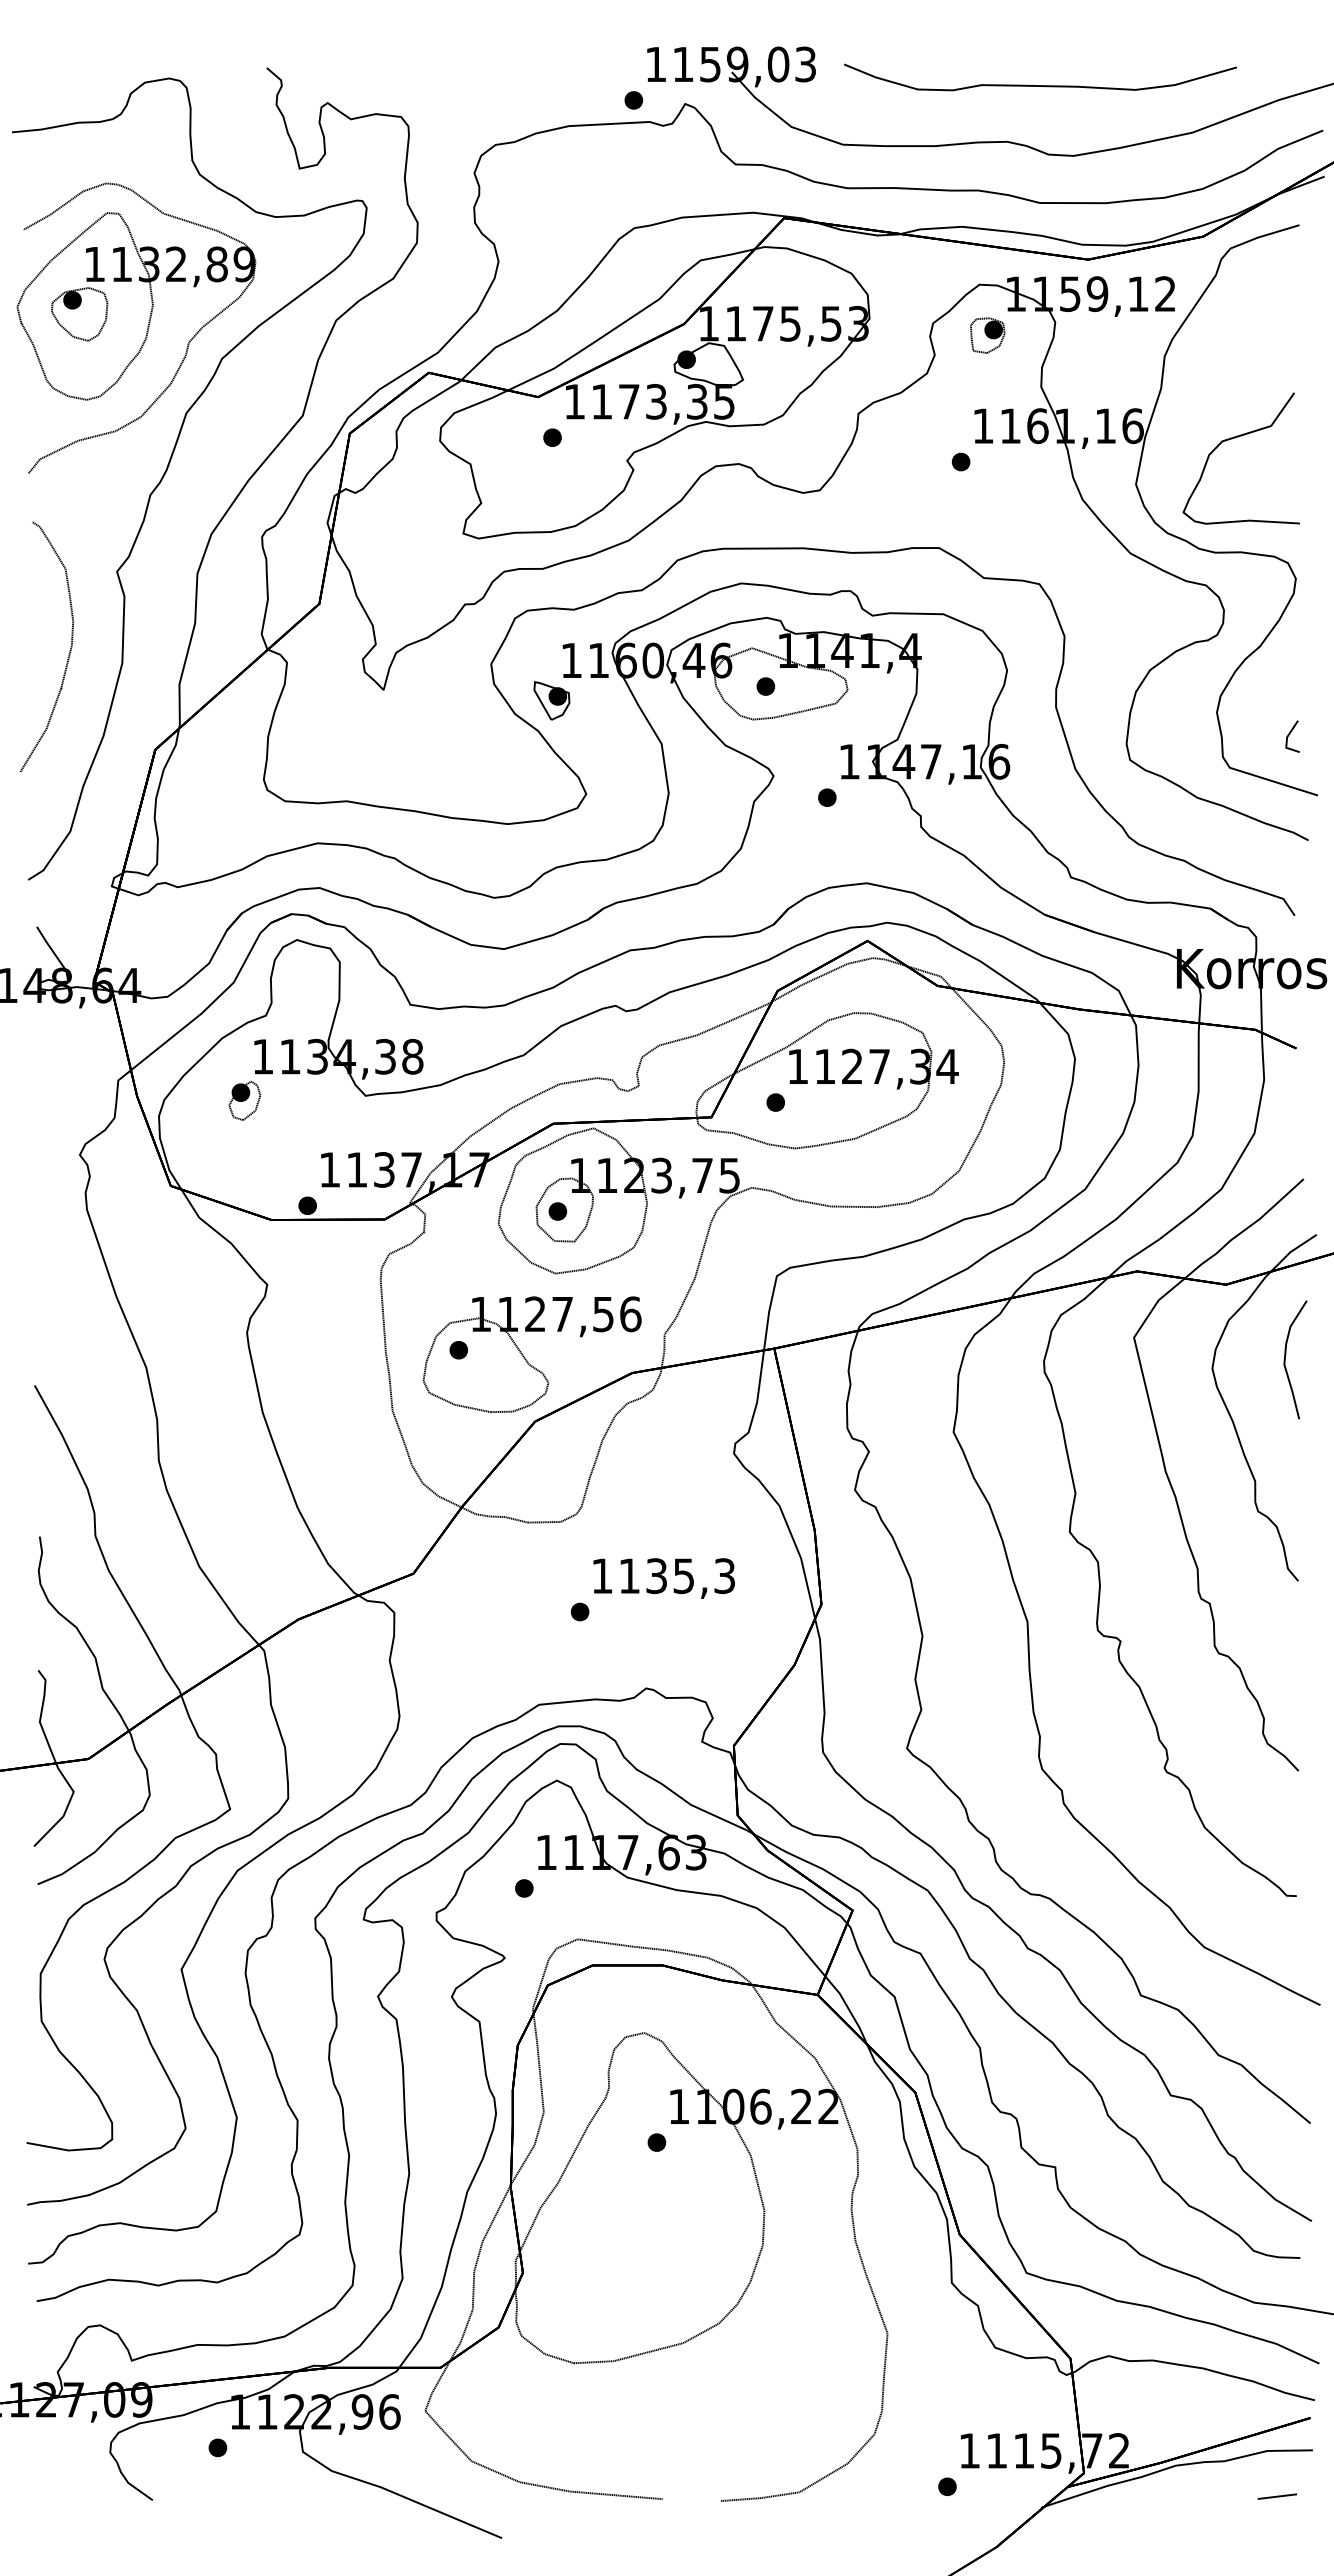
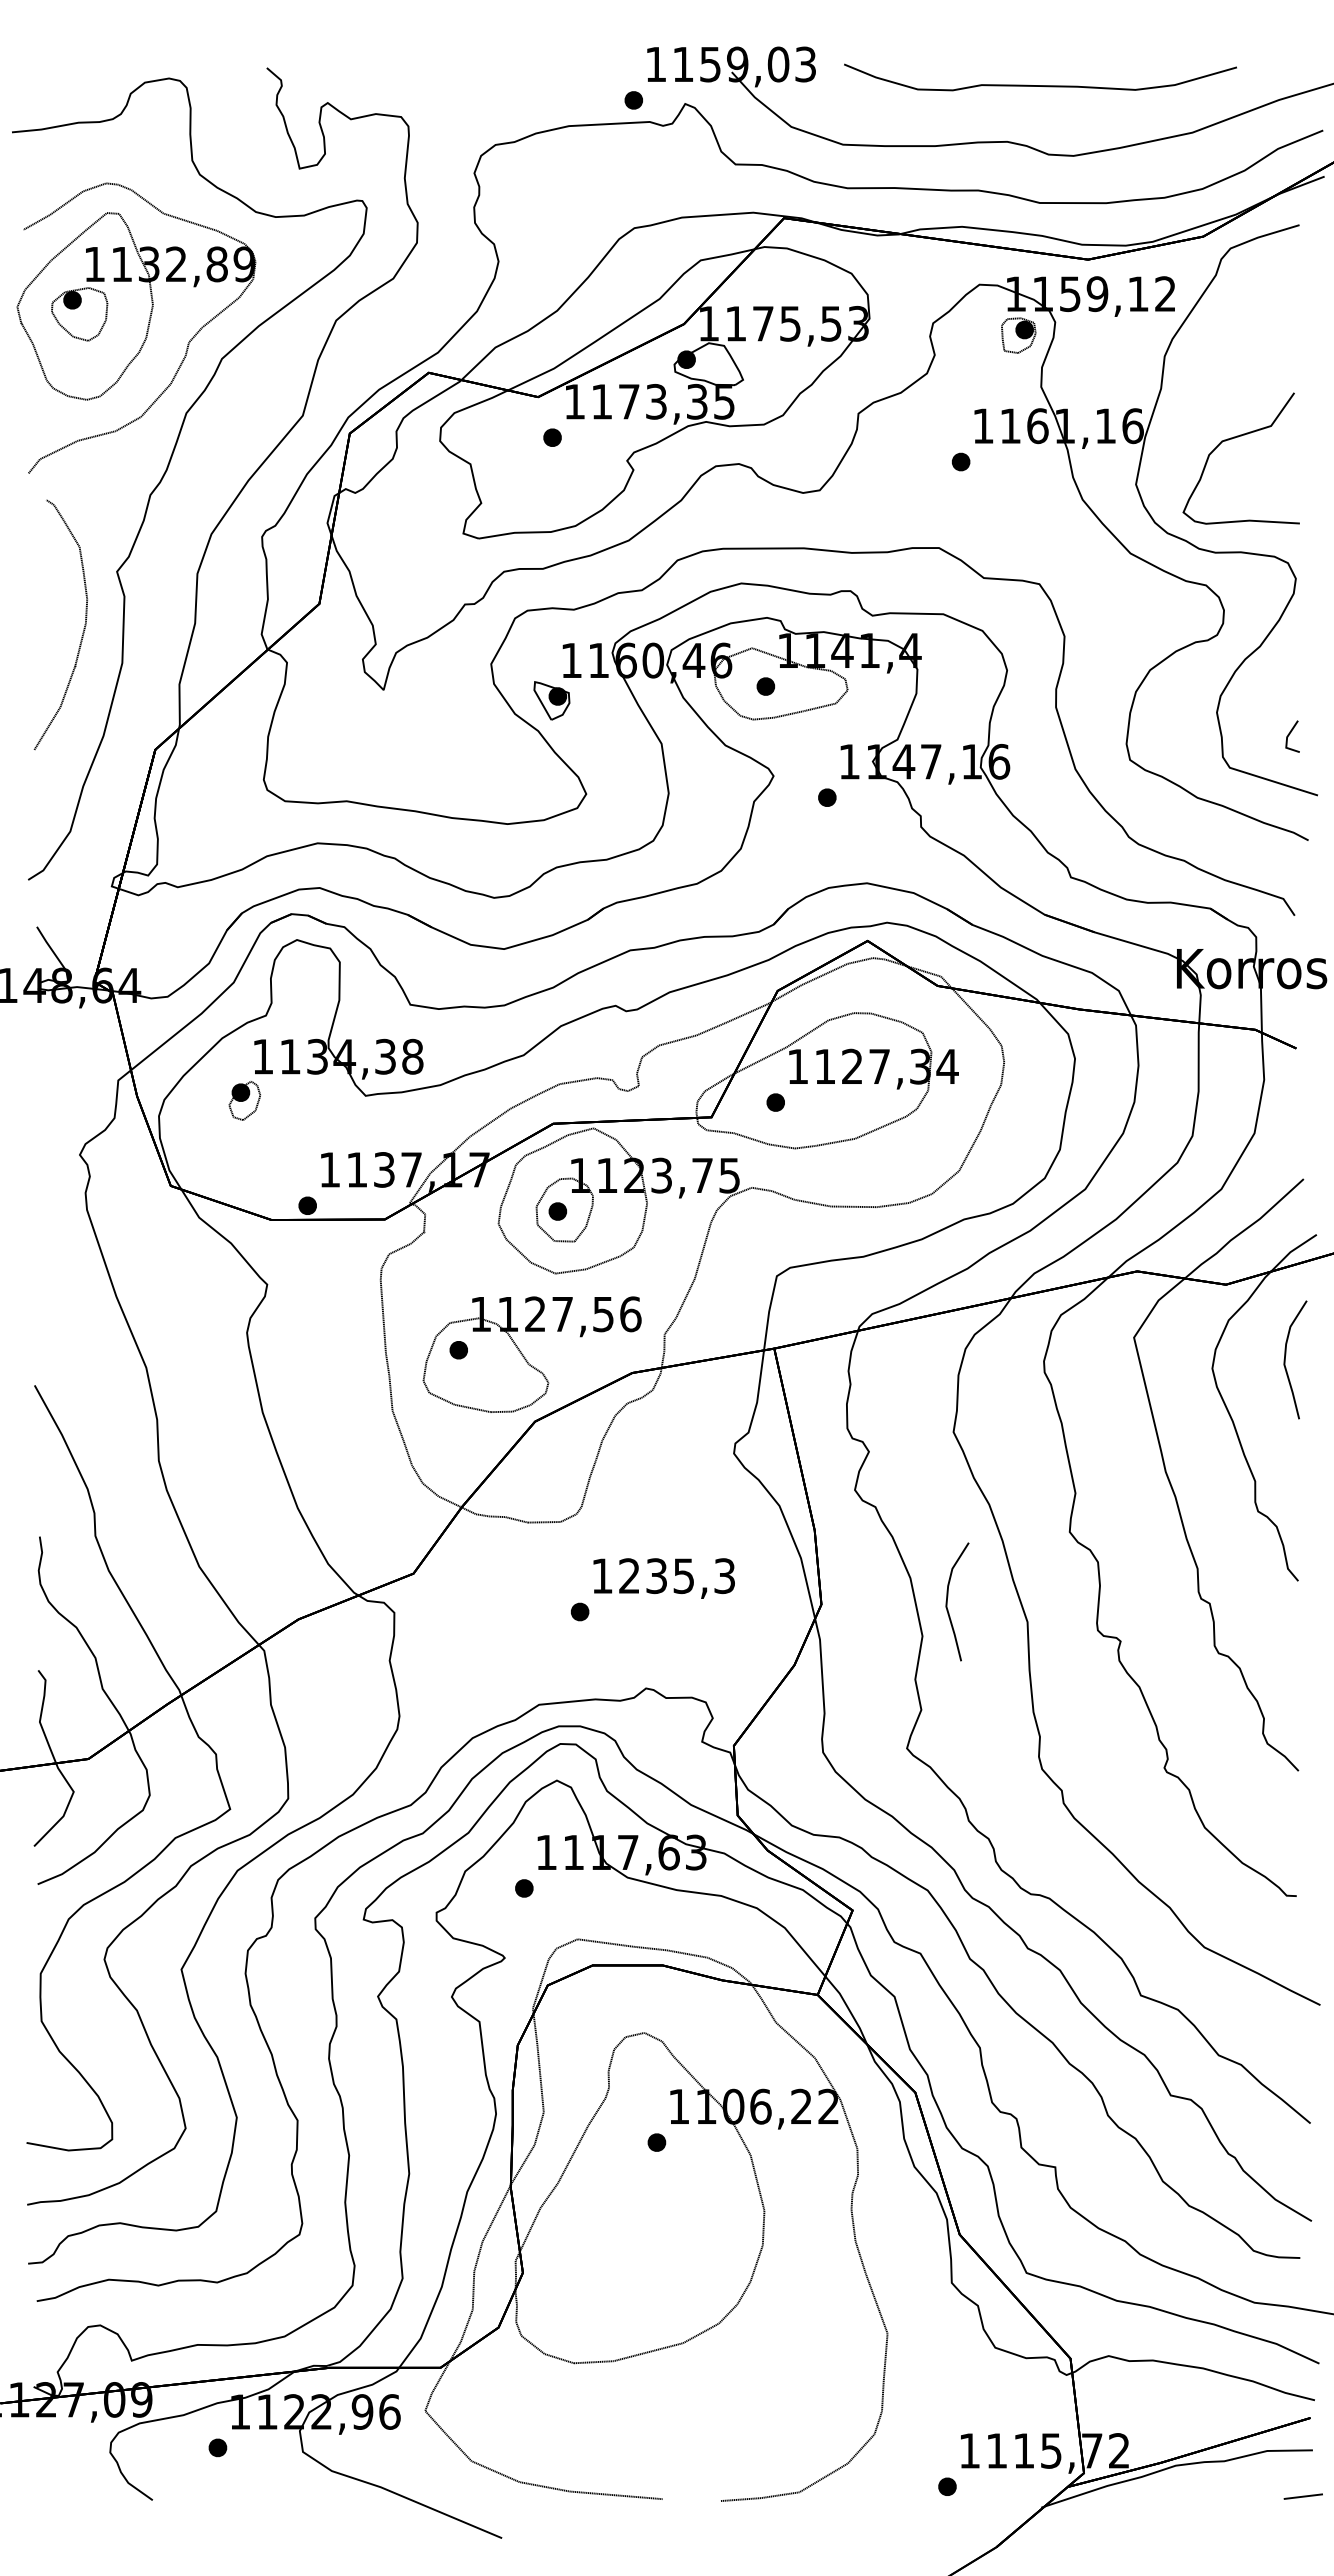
part at (987, 335) position: (987, 335) -> (1018, 335)
curve at (69, 650) position: (69, 650) -> (83, 628)
text at (629, 1575): 1135,3 -> 1235,3
curve at (948, 1597): none -> present
line at (1276, 2496) position: (1276, 2496) -> (1302, 2496)
